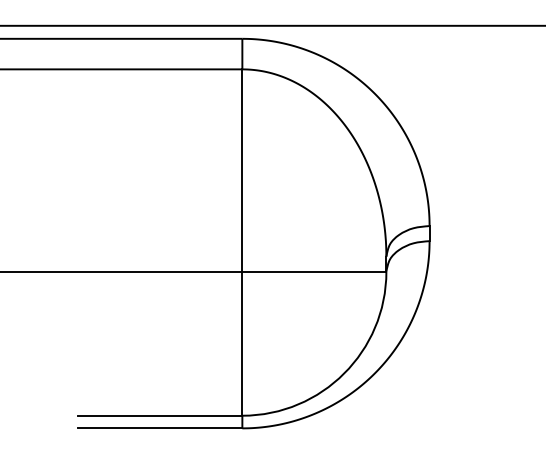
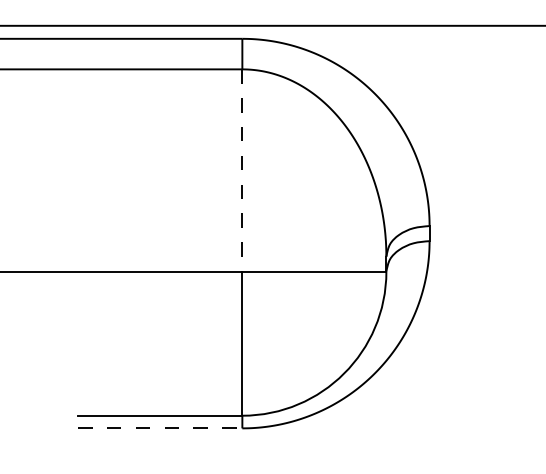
line at (242, 171): solid -> dashed
line at (160, 428): solid -> dashed
